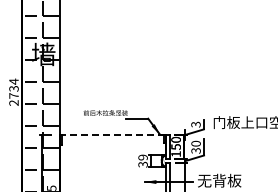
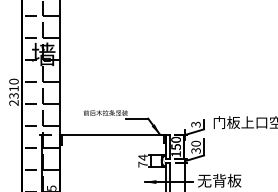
text at (13, 88): 2734 -> 2310
line at (112, 134): dashed -> solid
text at (142, 160): 39 -> 74
